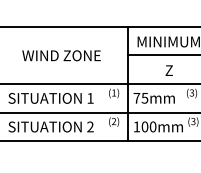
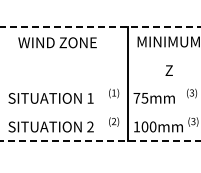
line at (100, 26): solid -> dashed
text at (61, 55) position: (61, 55) -> (57, 42)
line at (162, 55): present -> none
line at (99, 83): present -> none
line at (99, 112): present -> none
line at (100, 141): solid -> dashed
